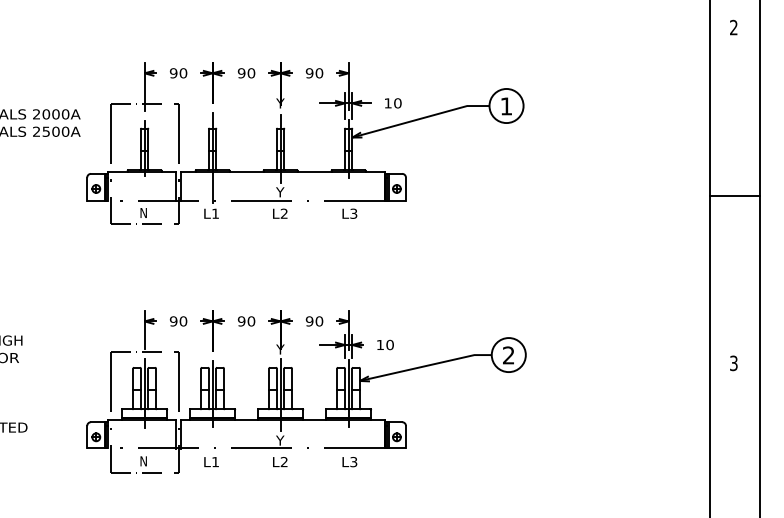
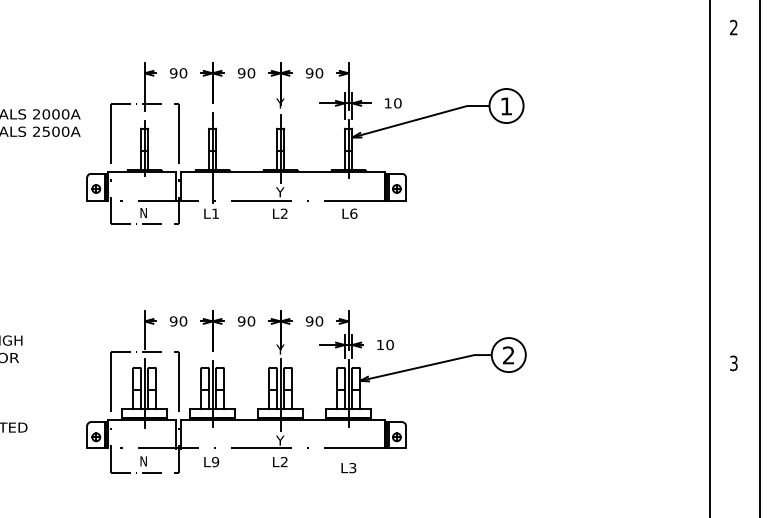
line at (735, 195): present -> none
text at (353, 213): L3 -> L6
text at (215, 462): L1 -> L9
text at (349, 462) position: (349, 462) -> (348, 468)
